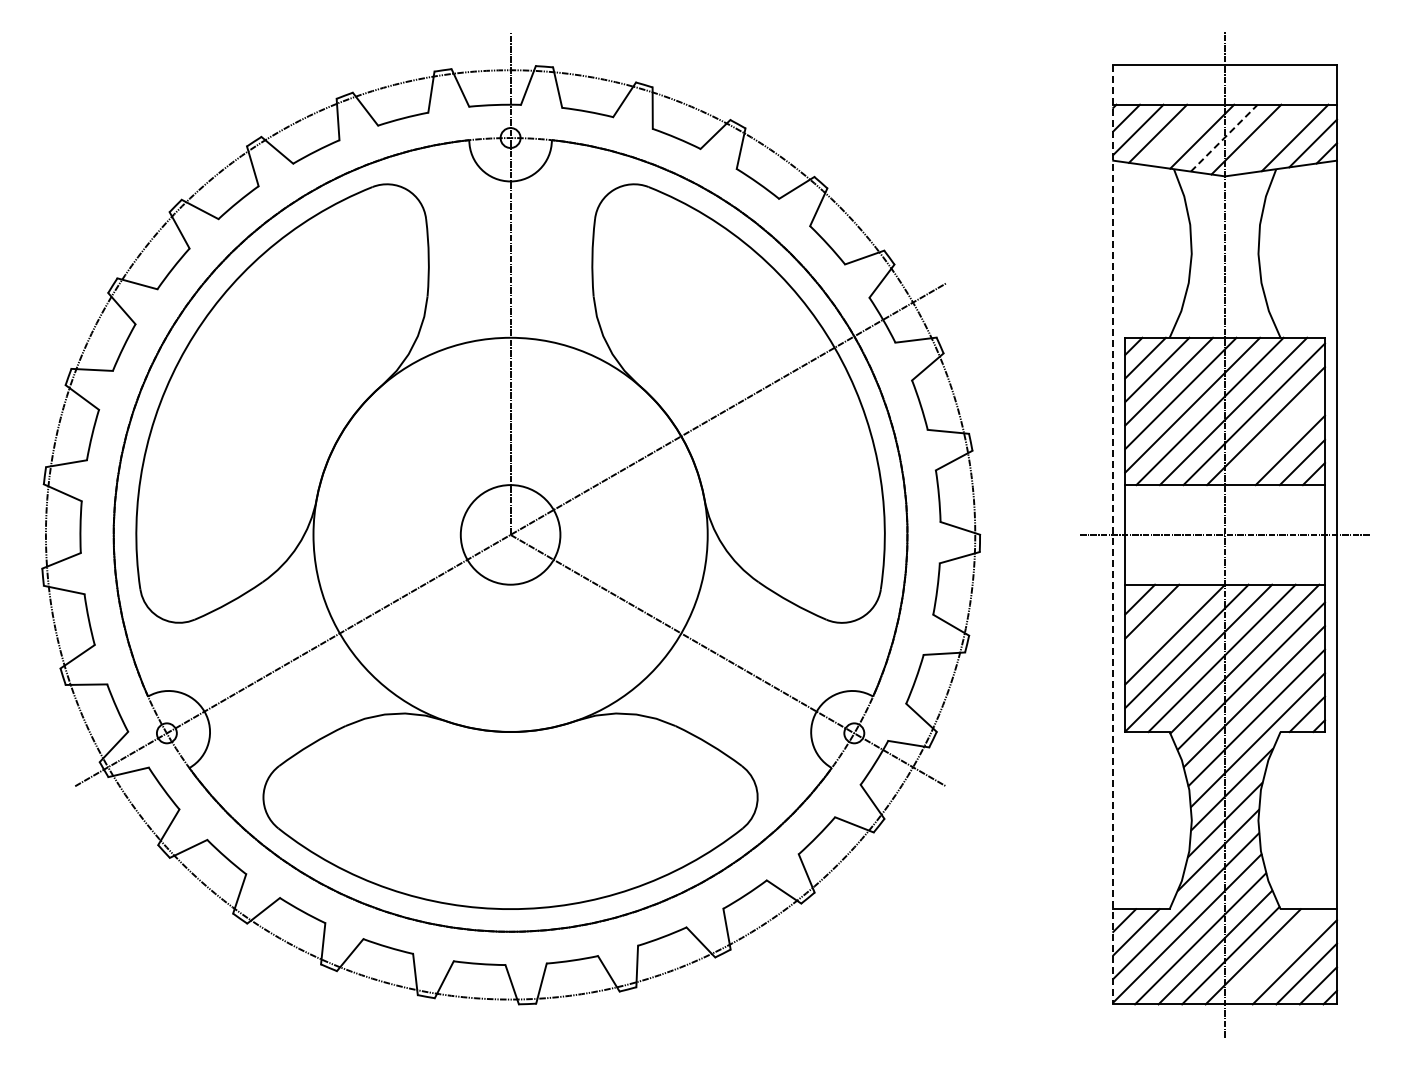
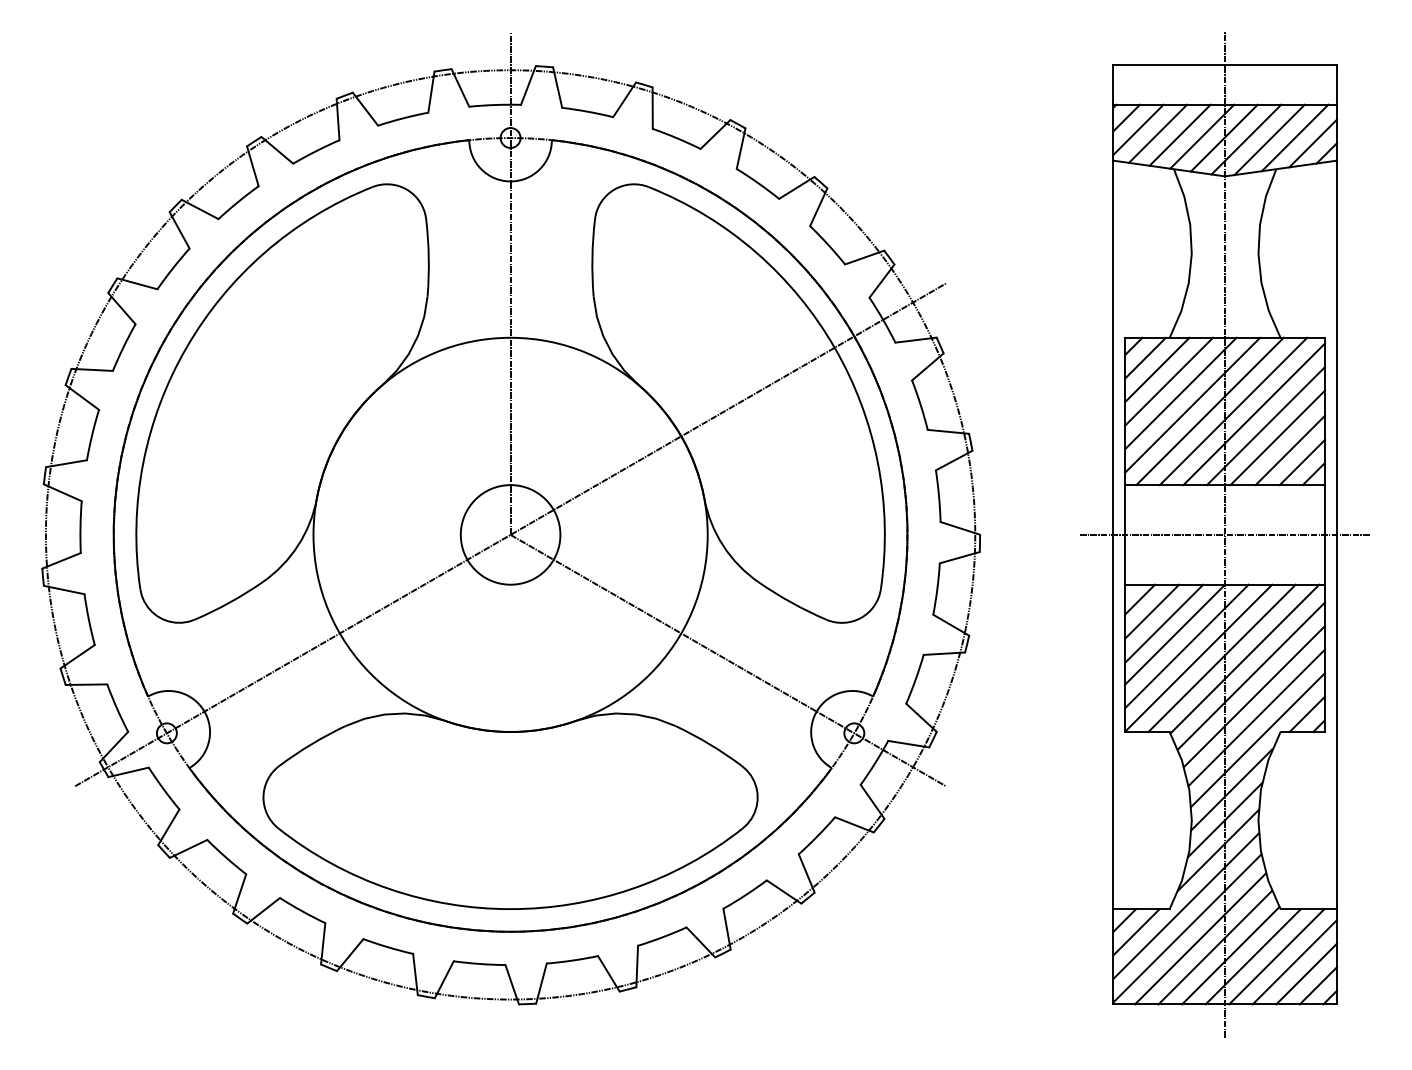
line at (1179, 134): none -> present
line at (1224, 137): dashed -> solid
line at (1269, 139): none -> present
line at (1277, 437): none -> present
line at (1113, 535): dashed -> solid
line at (1164, 623): none -> present
line at (1276, 956): none -> present
